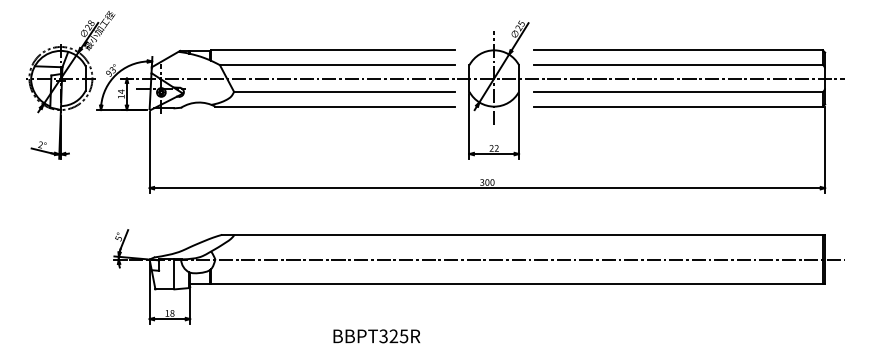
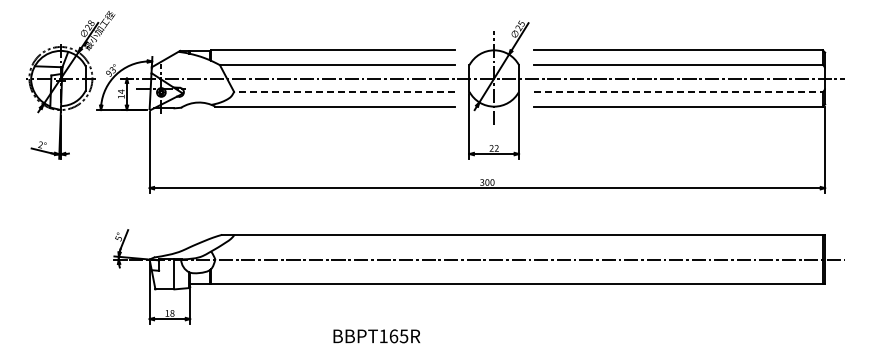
line at (344, 91): solid -> dashed
line at (678, 91): solid -> dashed
text at (388, 336): BBPT325R -> BBPT165R
